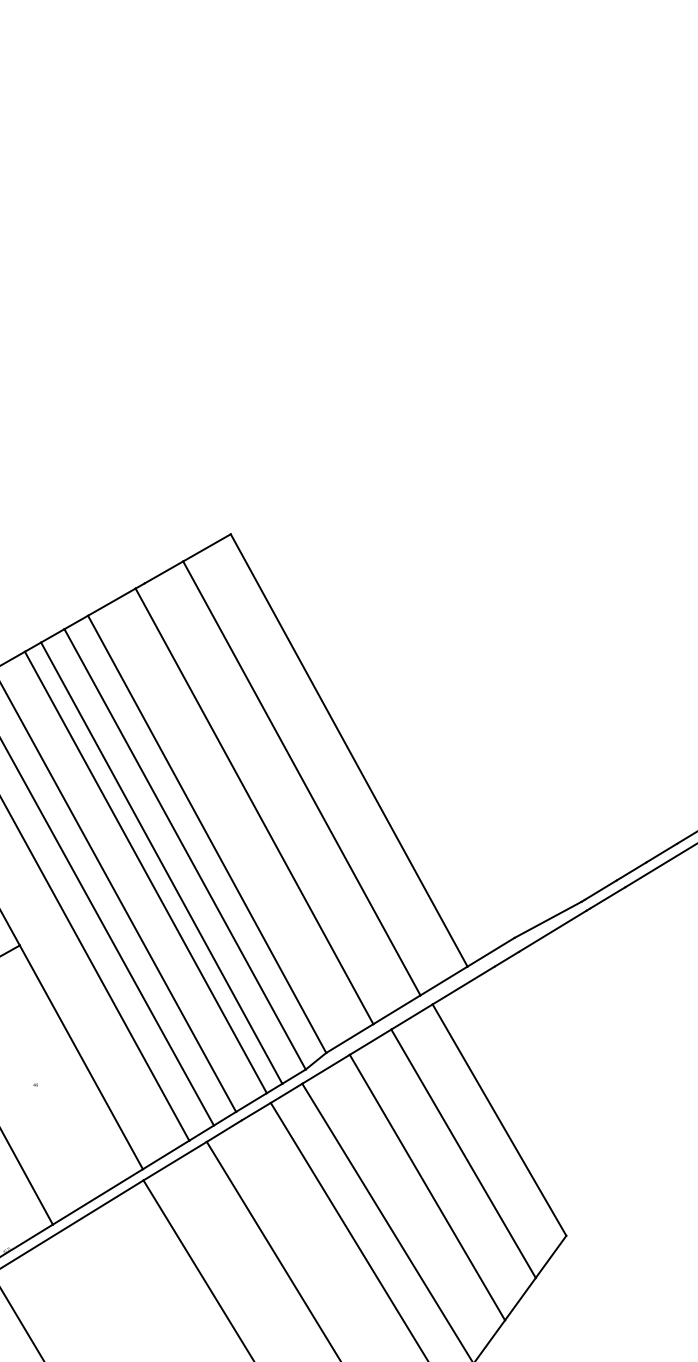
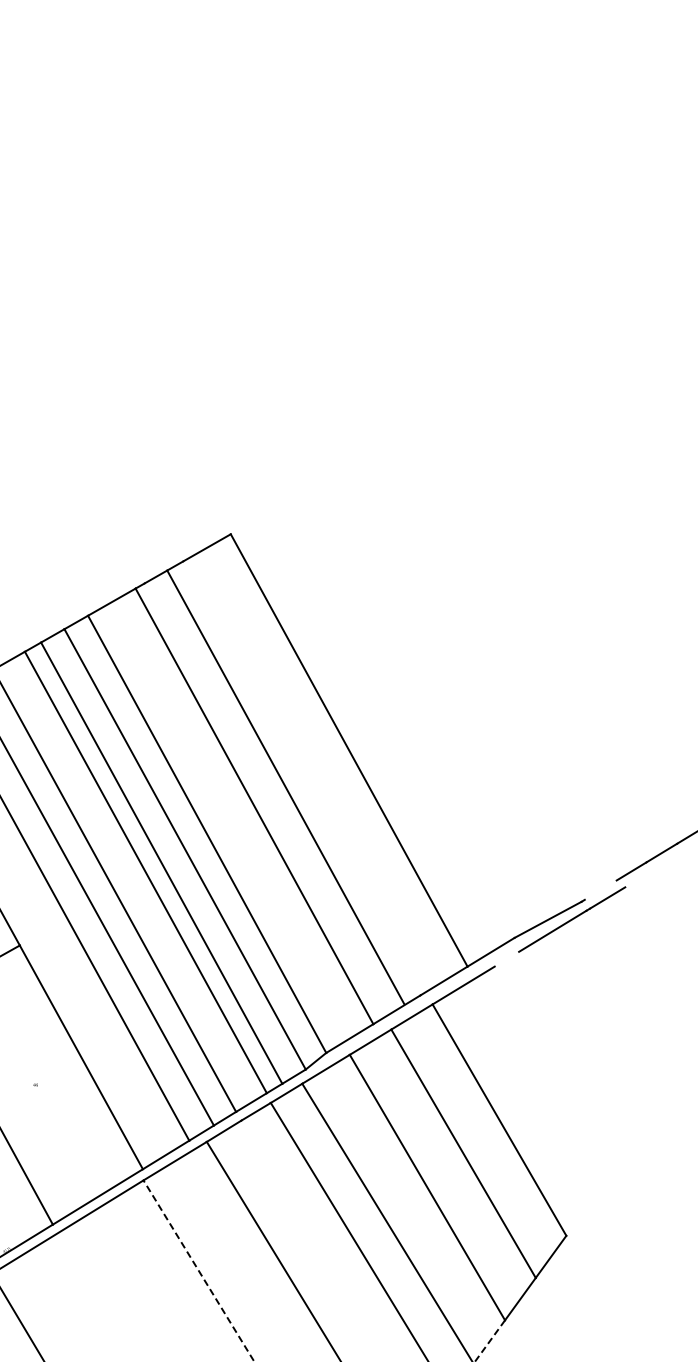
line at (301, 778) position: (301, 778) -> (285, 787)
line at (659, 866): present -> none
line at (600, 889): present -> none
line at (506, 958): present -> none
line at (198, 1270): solid -> dashed
line at (489, 1341): solid -> dashed
